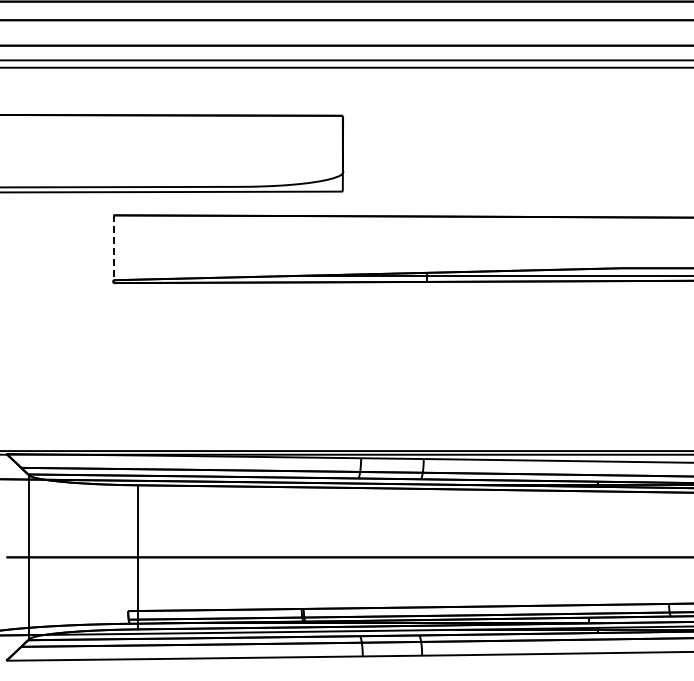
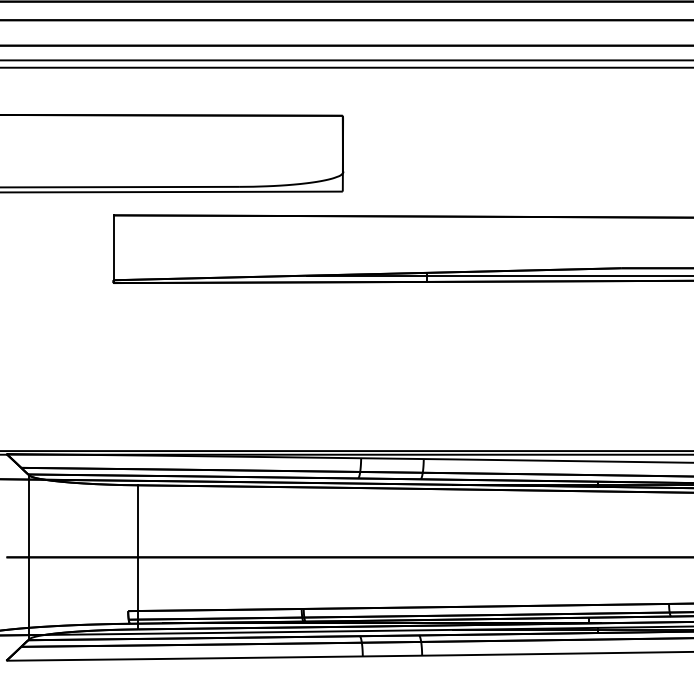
line at (113, 249): dashed -> solid
